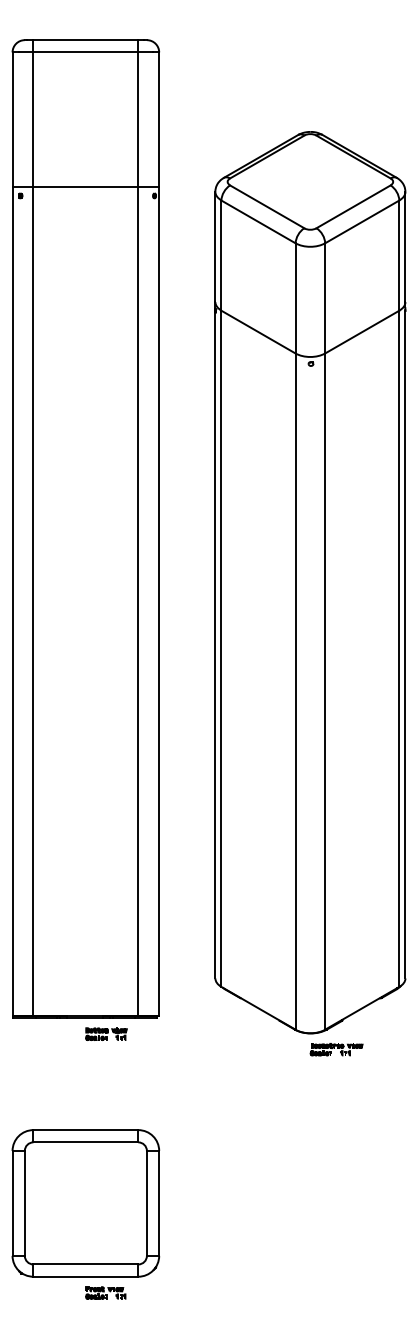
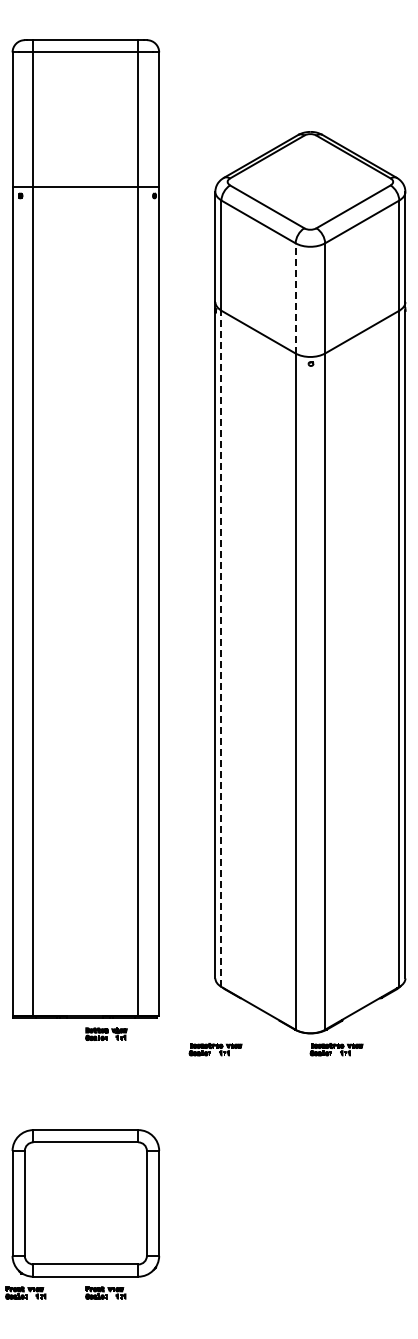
line at (295, 297): solid -> dashed
line at (221, 648): solid -> dashed
part at (215, 1049): none -> present
part at (25, 1292): none -> present
